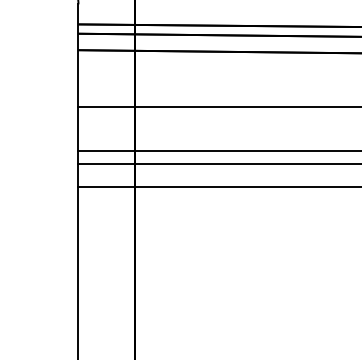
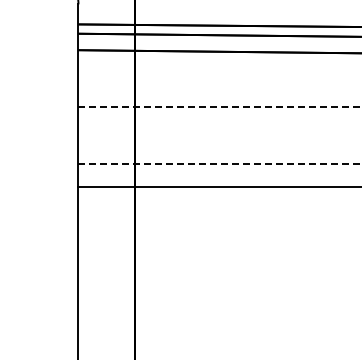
line at (220, 107): solid -> dashed
line at (218, 151): present -> none
line at (220, 163): solid -> dashed
